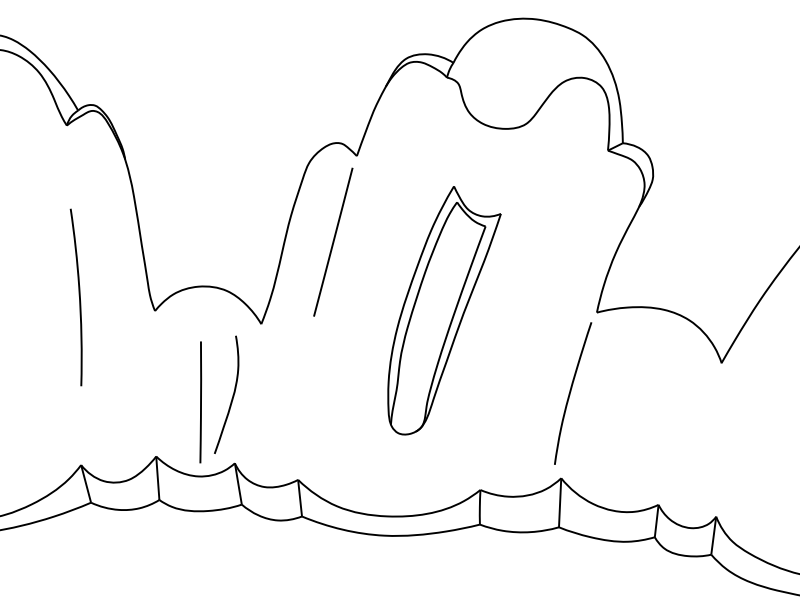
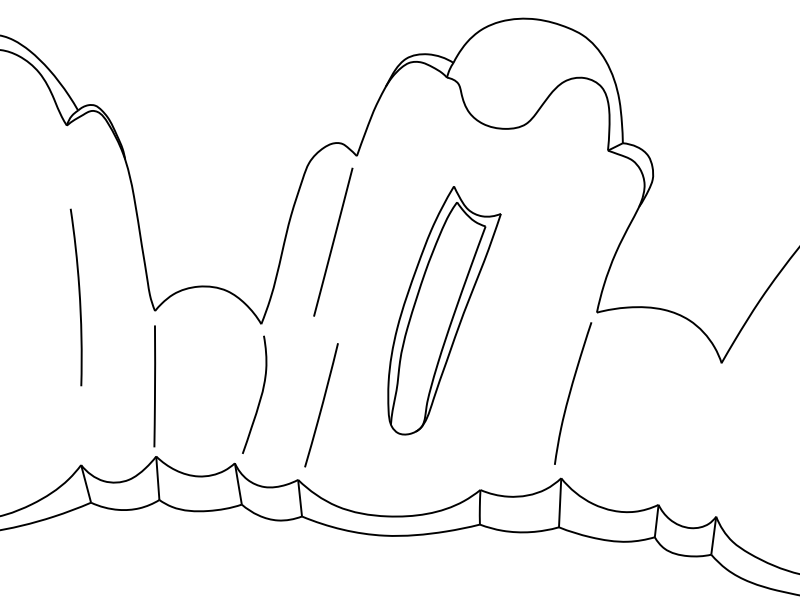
curve at (232, 395) position: (232, 395) -> (260, 395)
line at (200, 402) position: (200, 402) -> (154, 386)
line at (321, 405): none -> present
